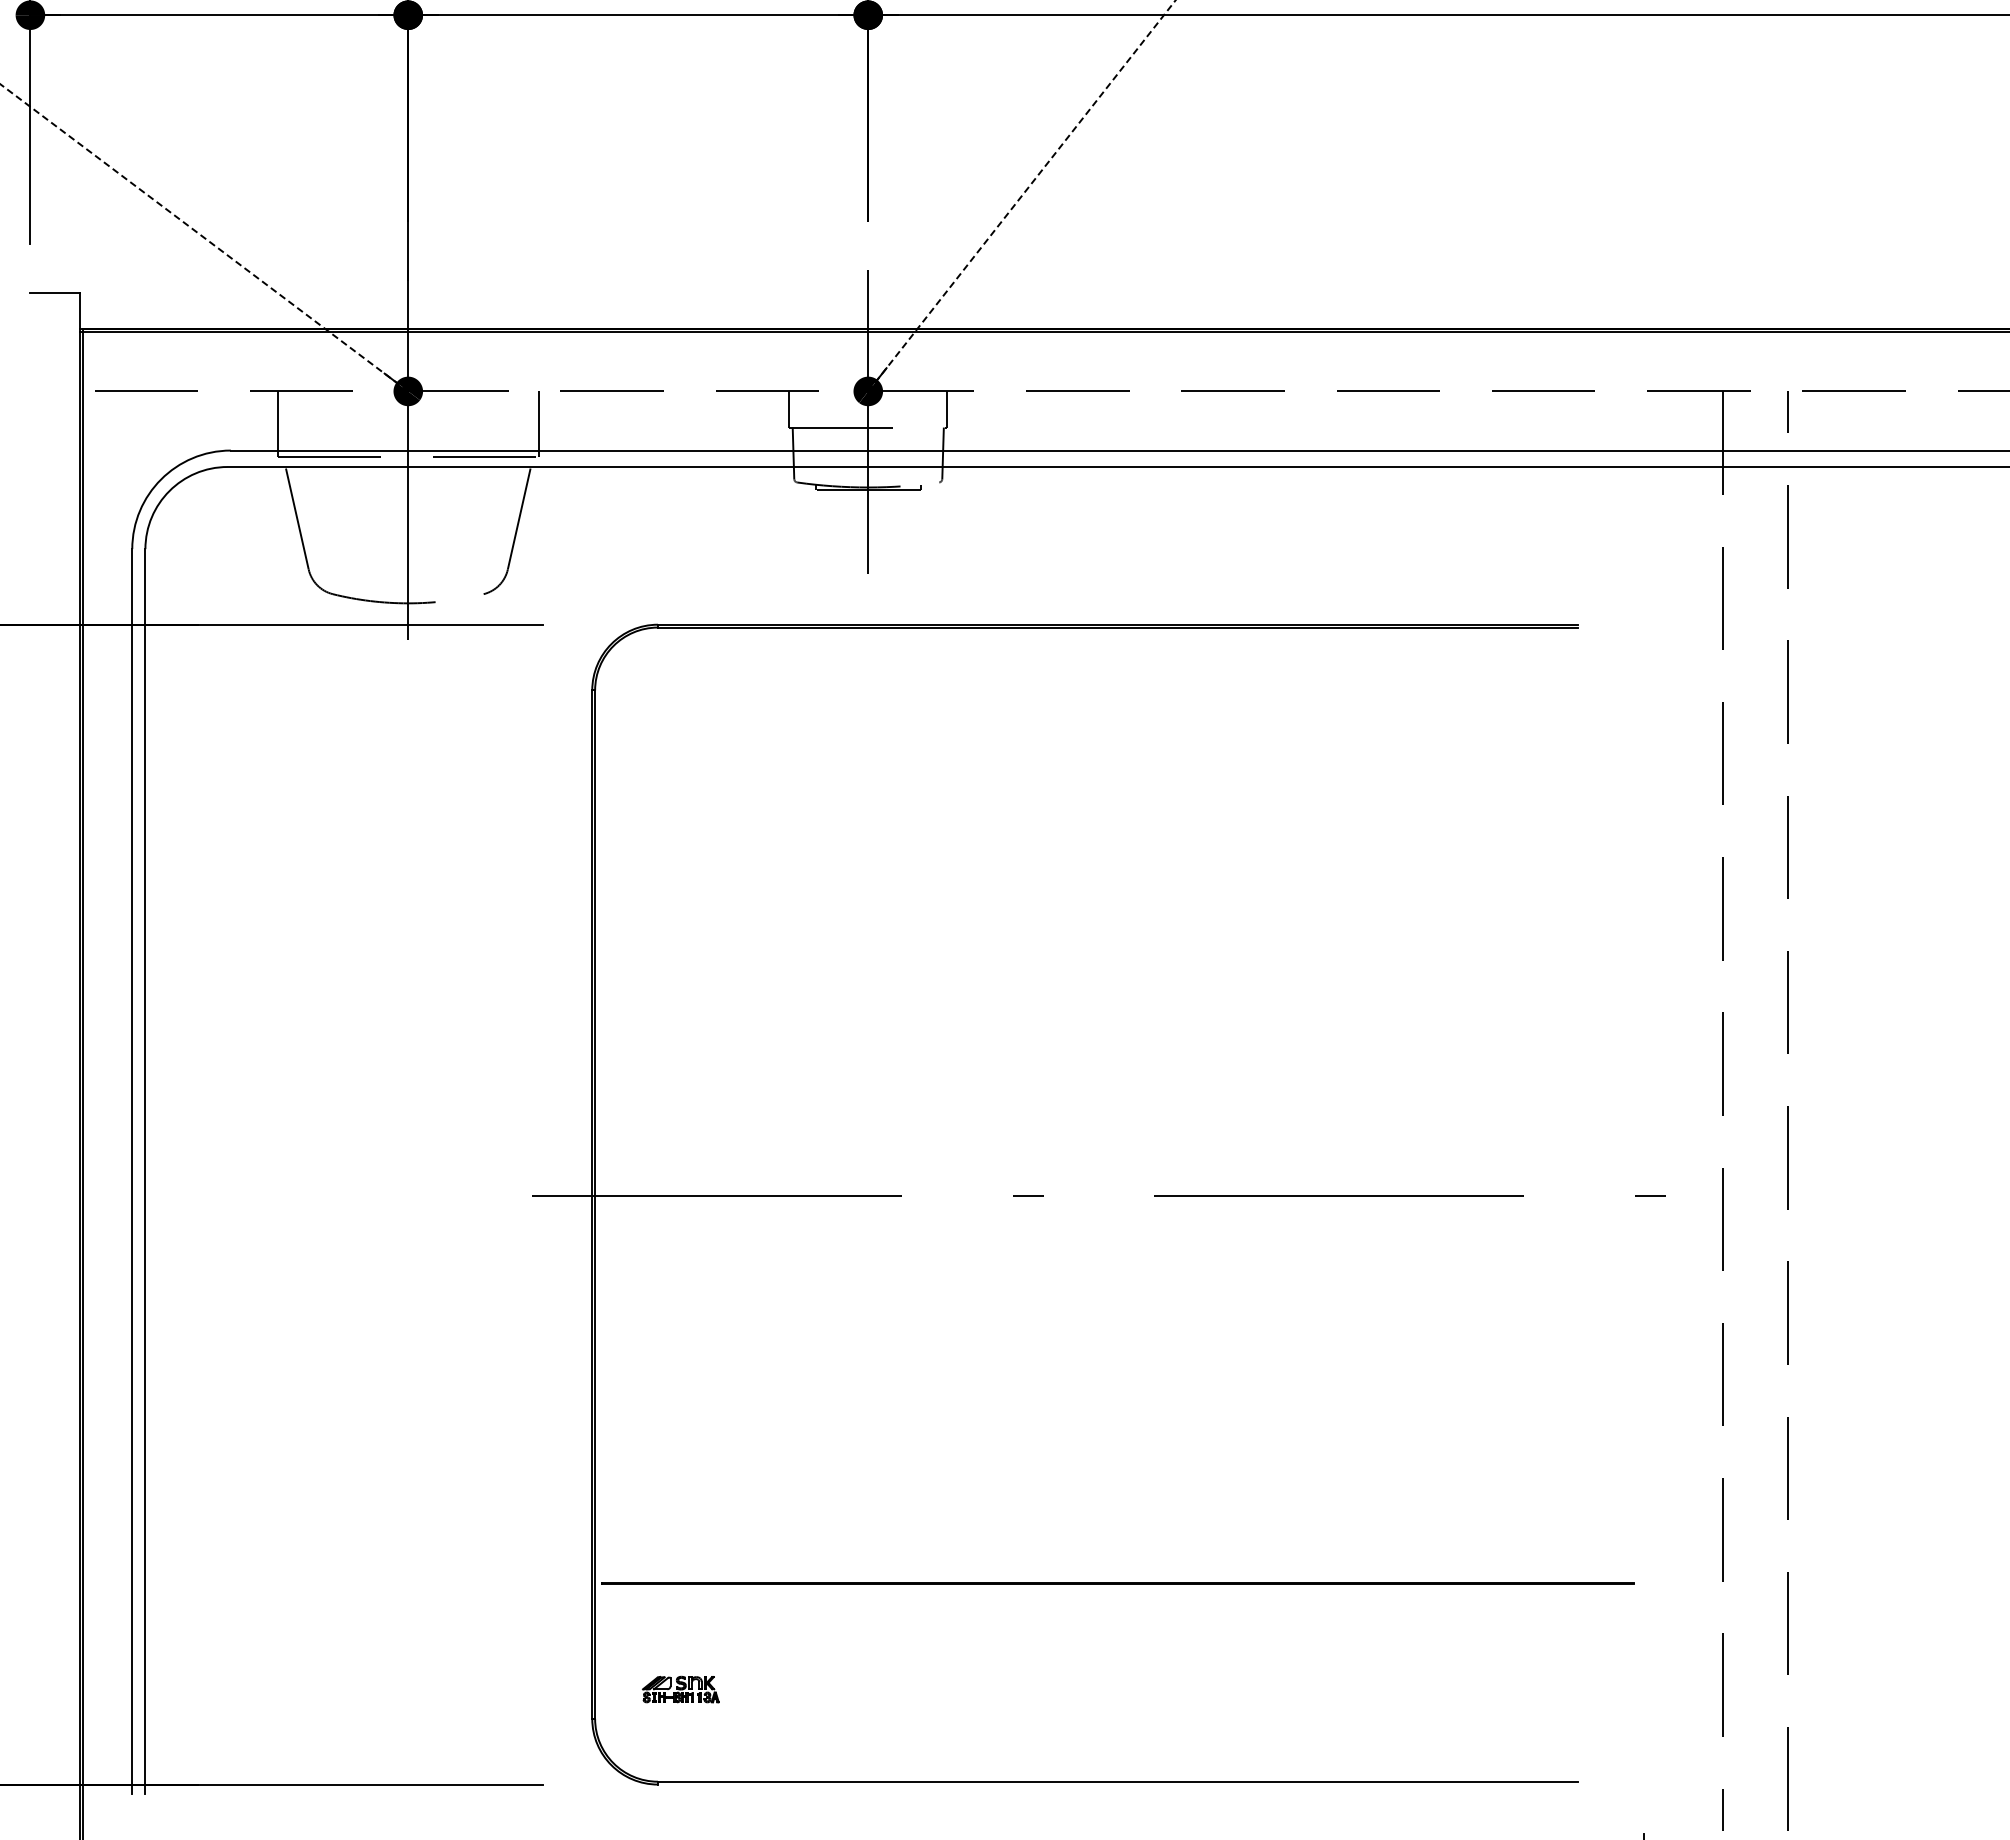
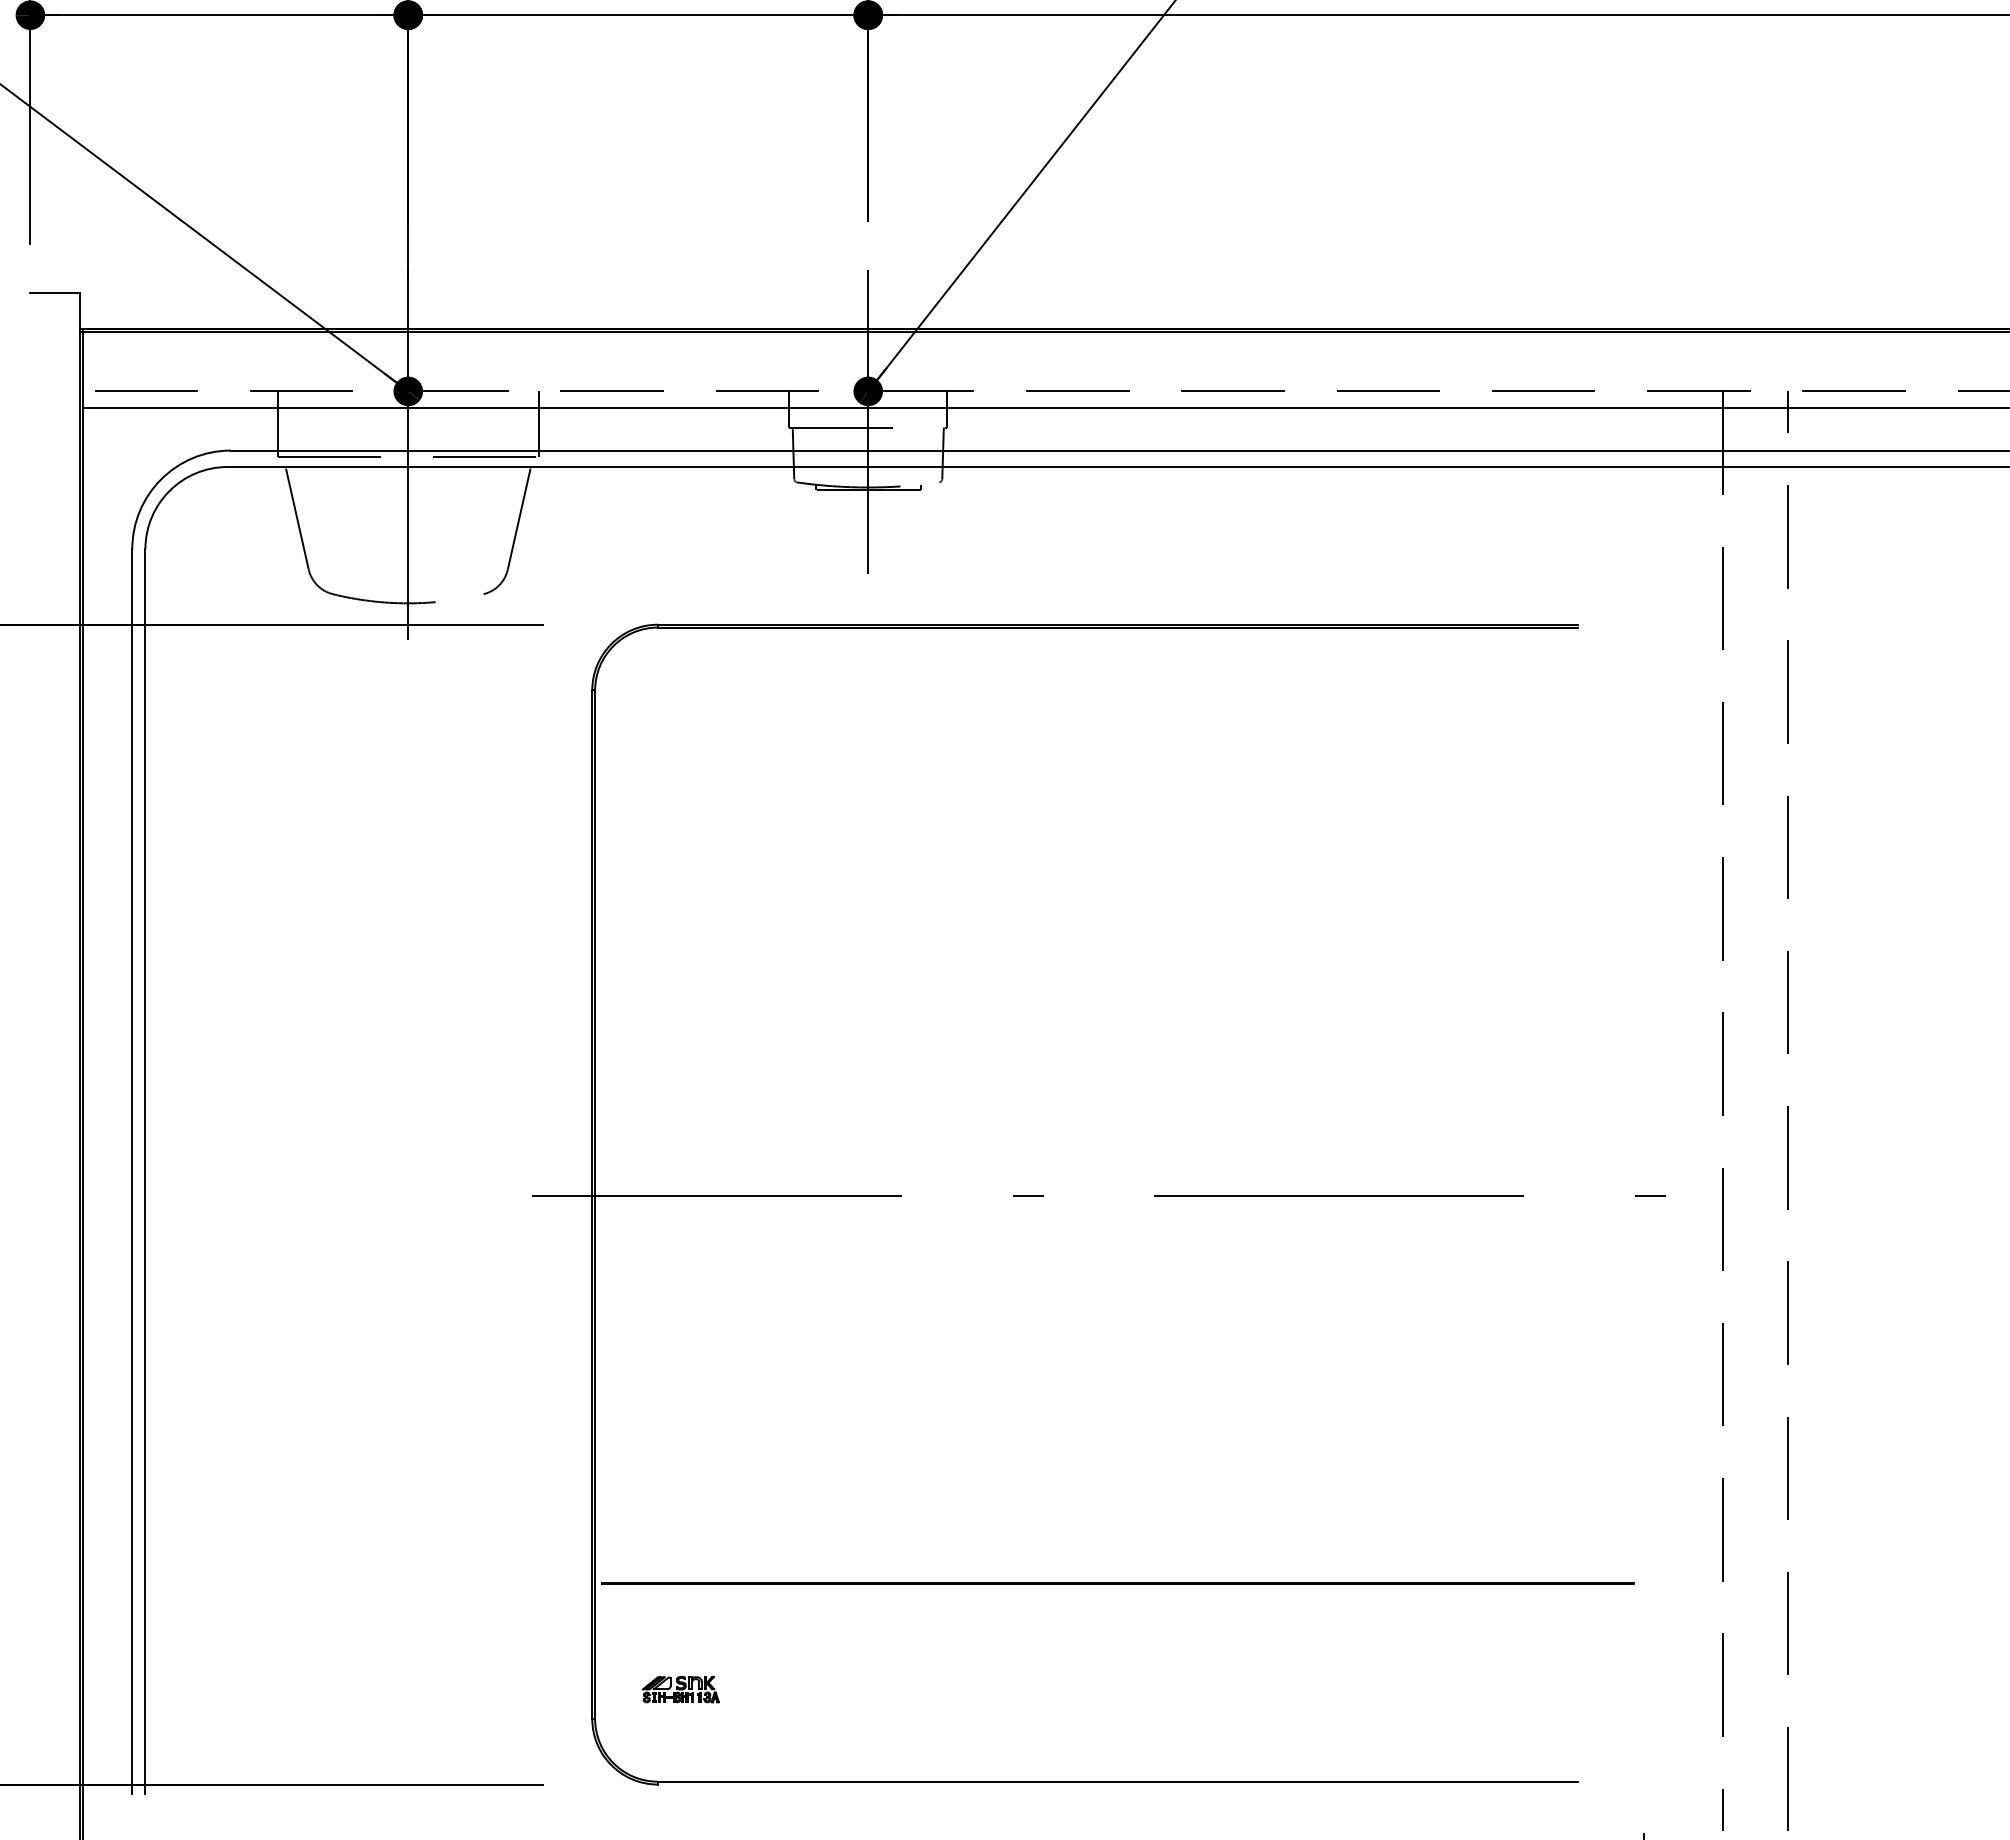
line at (1022, 195): dashed -> solid
line at (203, 237): dashed -> solid
line at (1044, 407): none -> present
